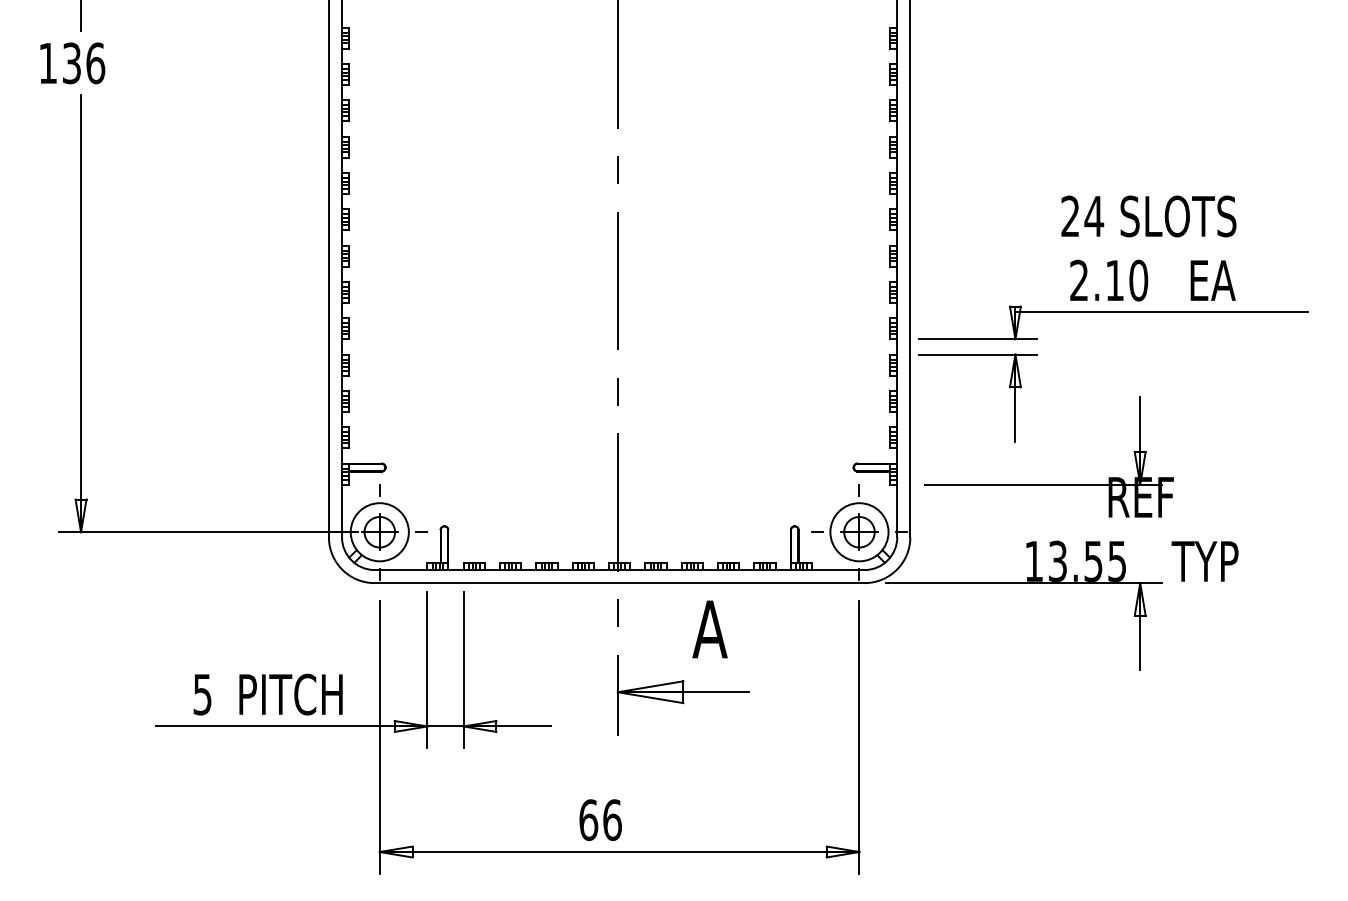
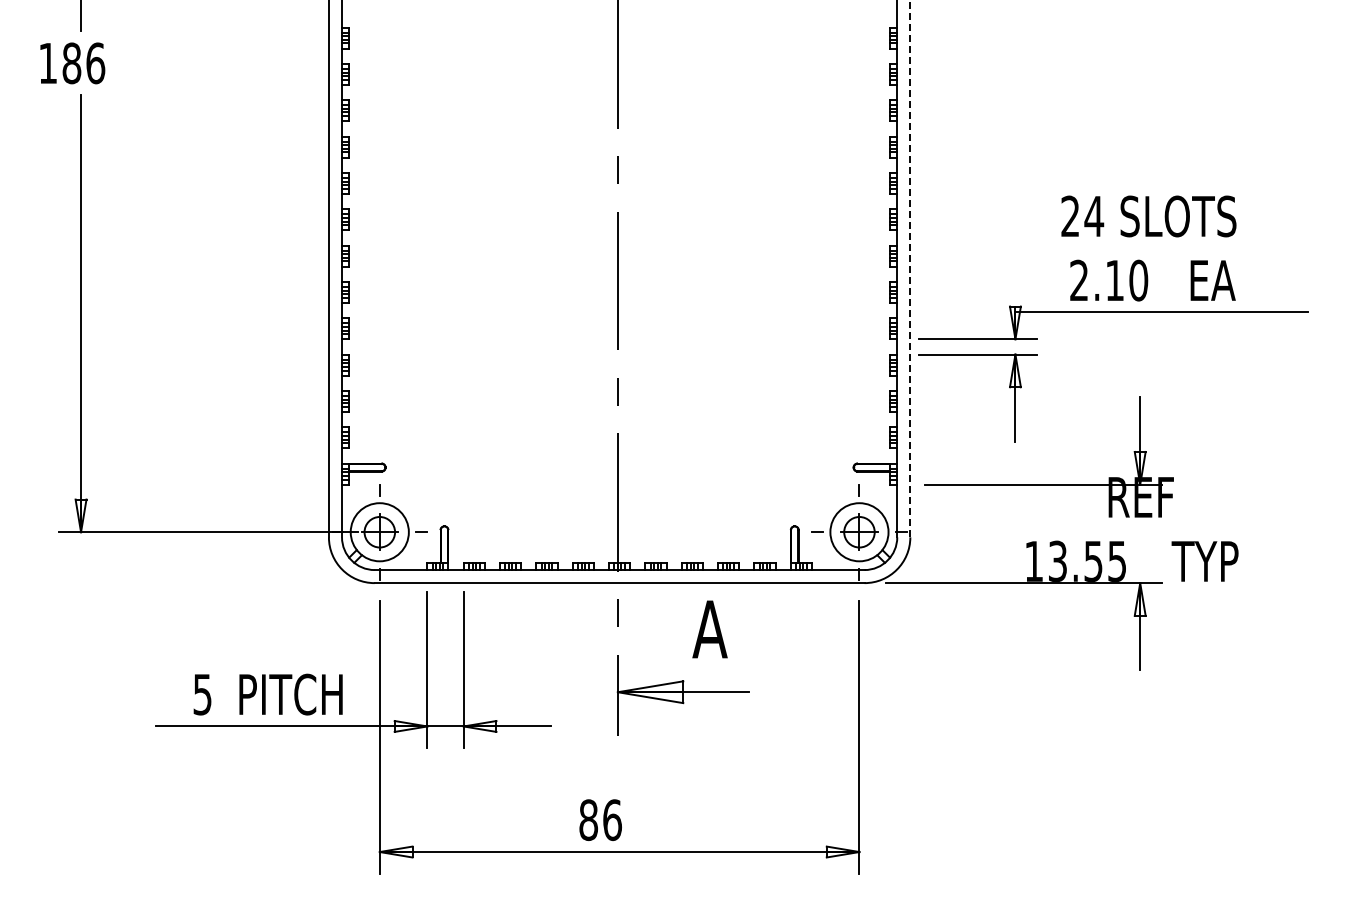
text at (71, 63): 136 -> 186
line at (910, 268): solid -> dashed
text at (588, 819): 66 -> 86
